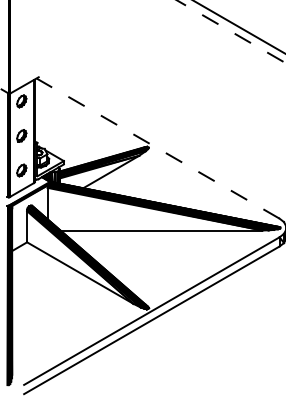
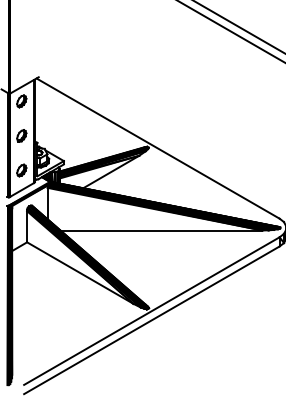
line at (231, 31): dashed -> solid
line at (157, 148): dashed -> solid
